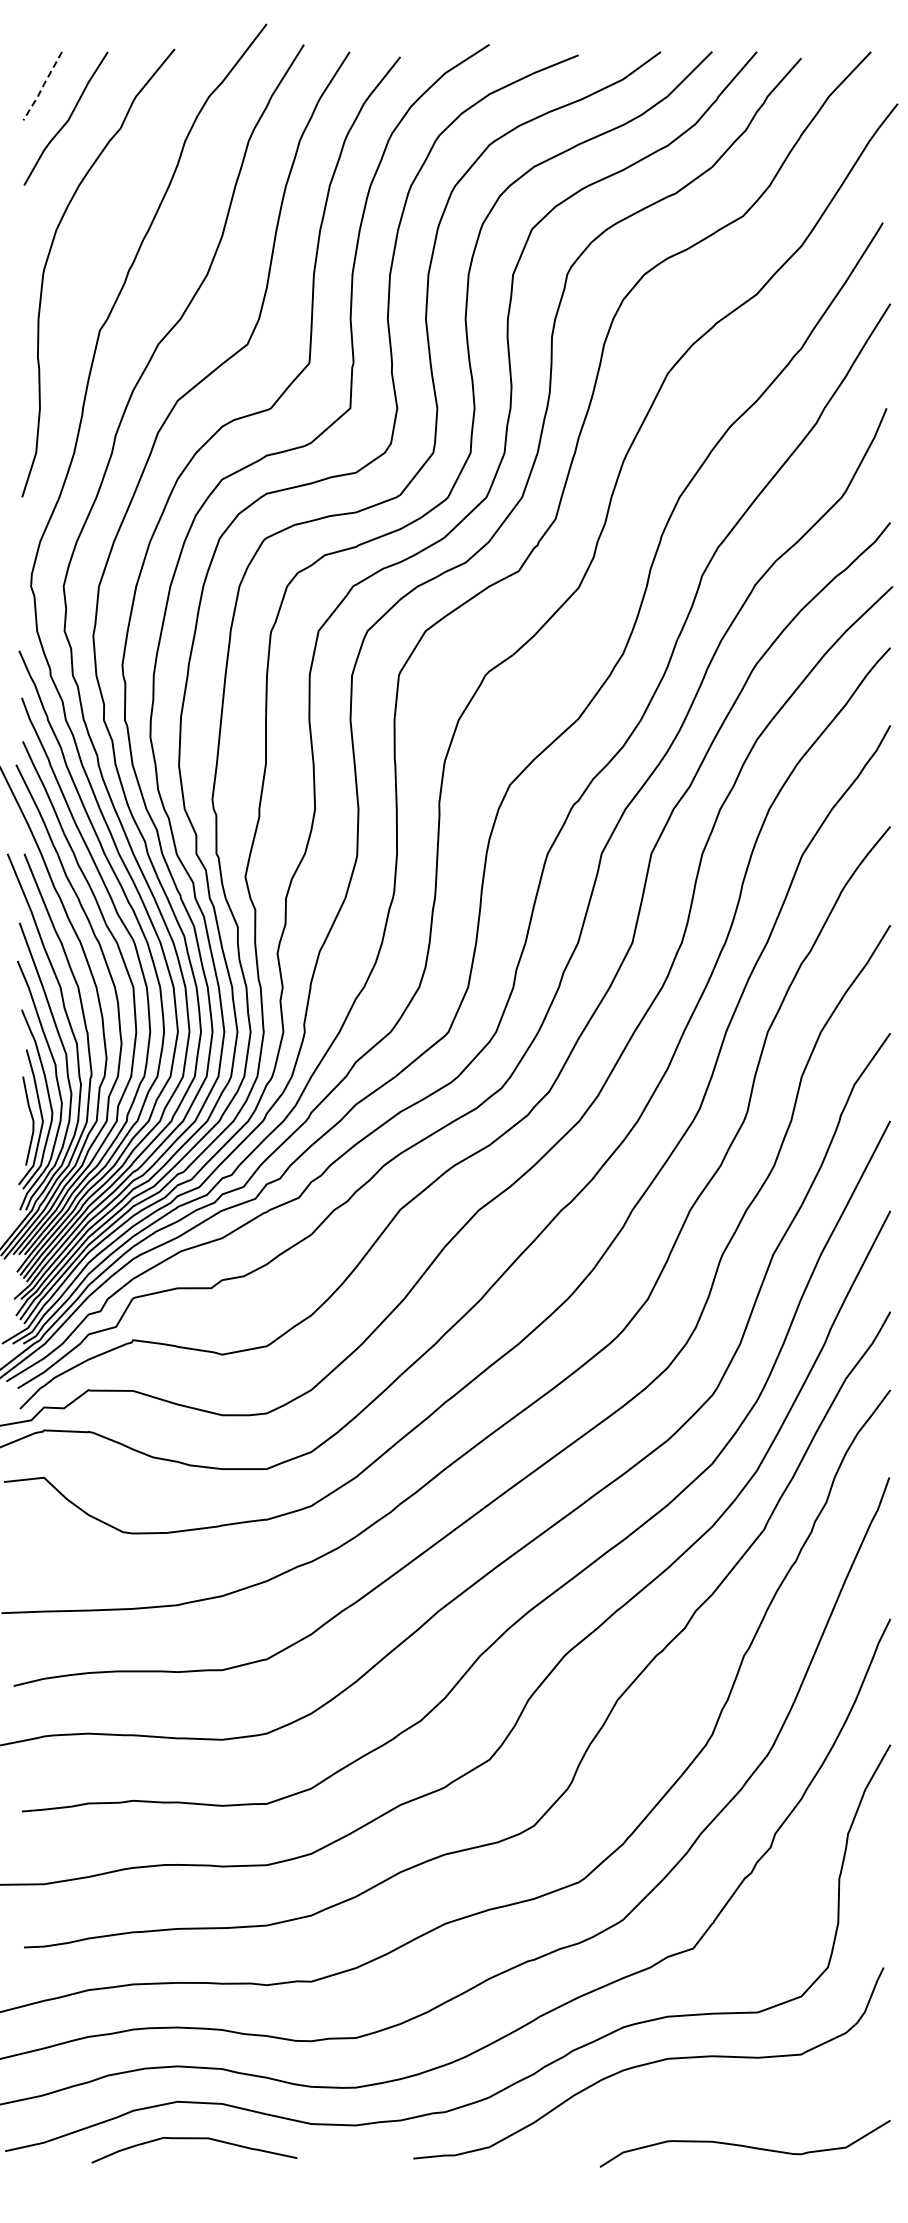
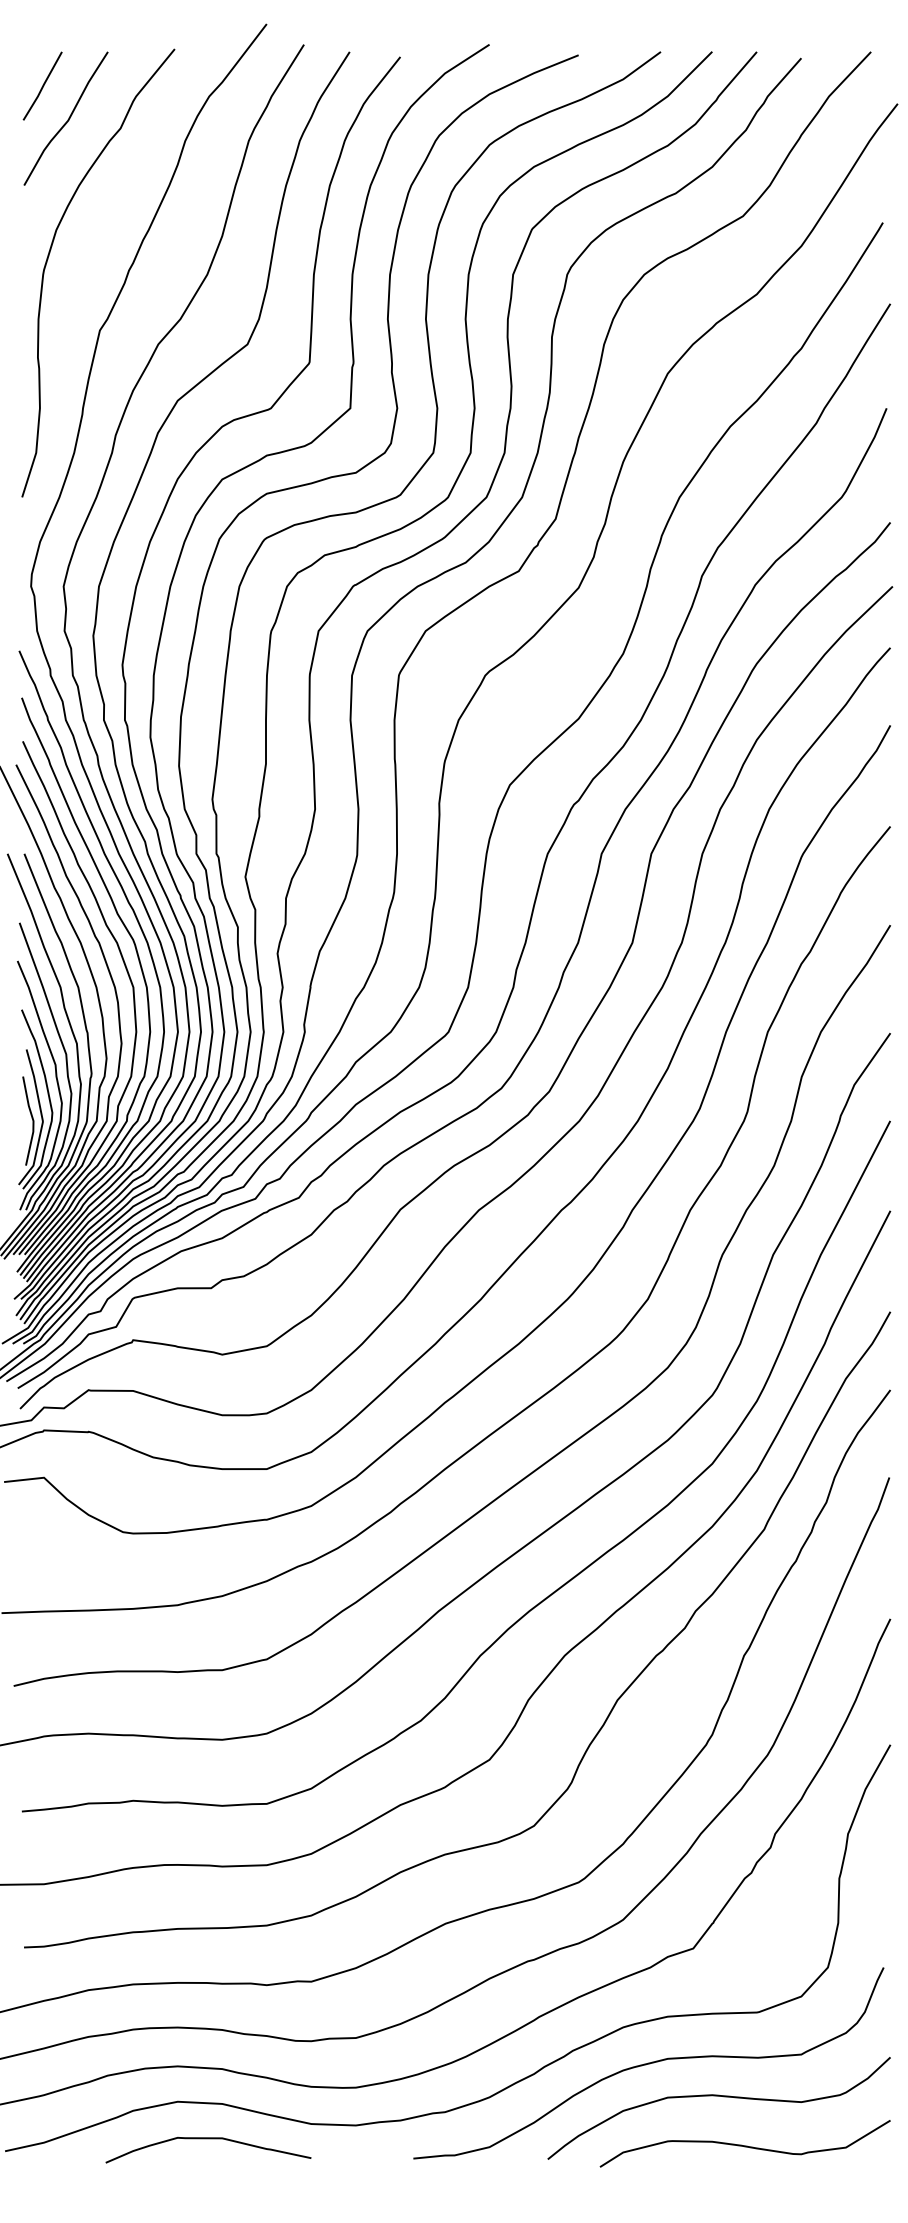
line at (43, 86): dashed -> solid
curve at (718, 2096): none -> present
curve at (194, 2139) position: (194, 2139) -> (208, 2139)
